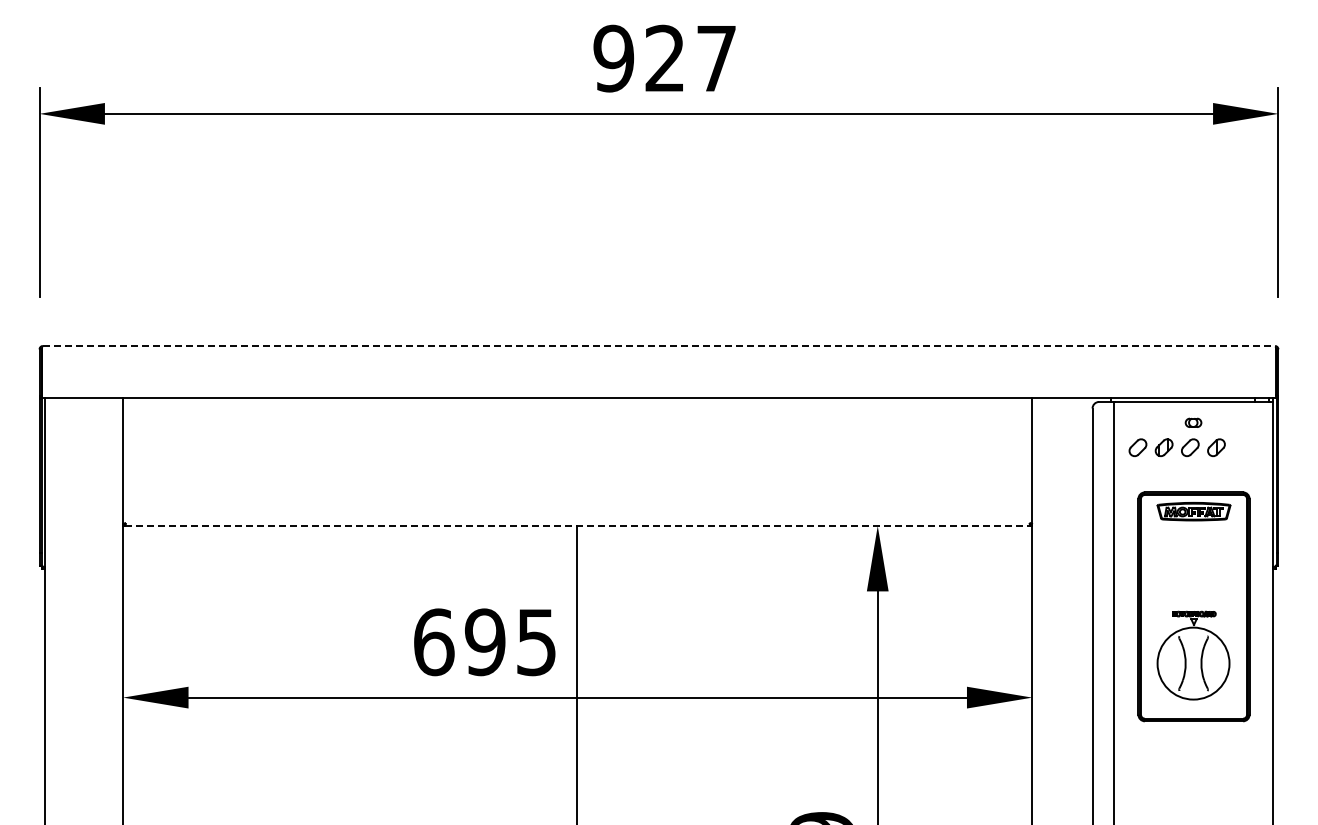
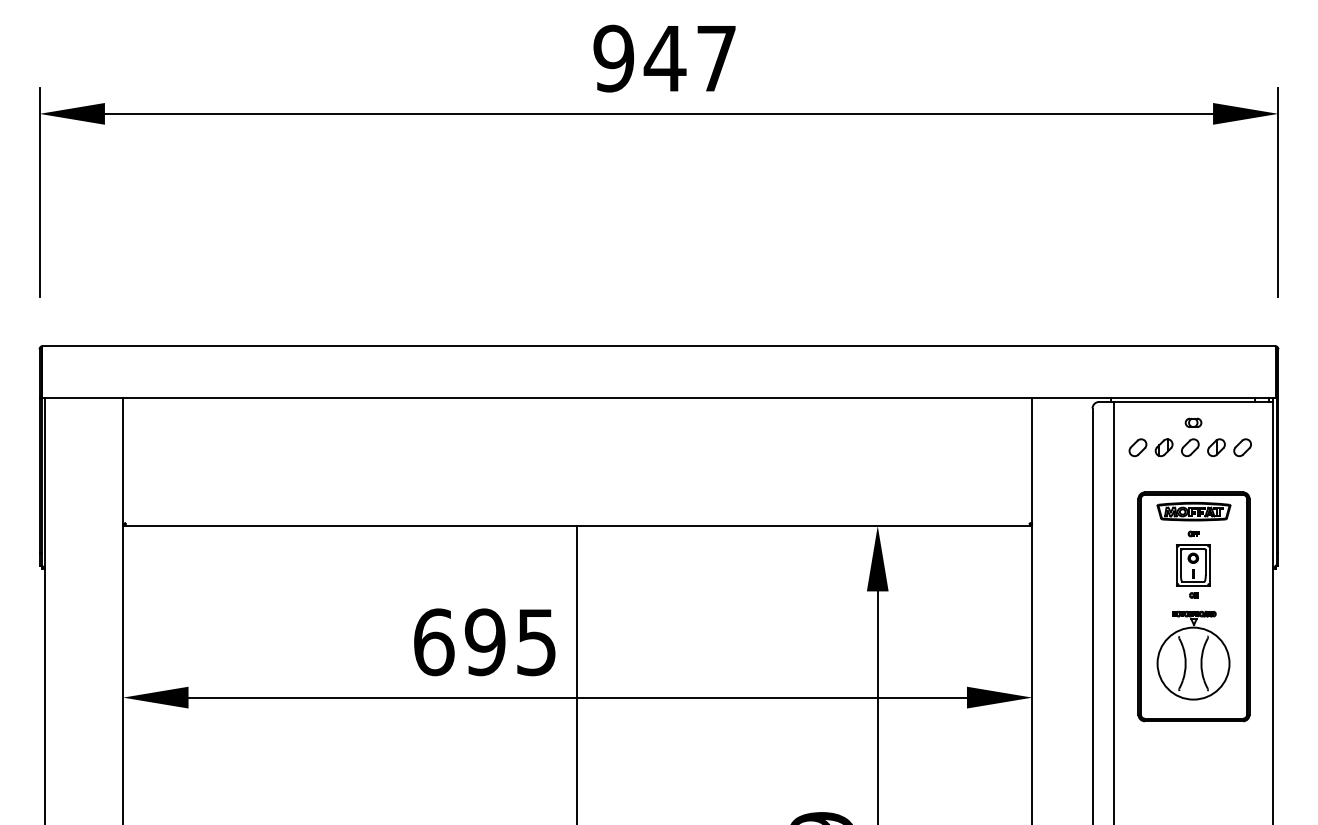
text at (664, 57): 927 -> 947
line at (659, 346): dashed -> solid
part at (1242, 447): none -> present
line at (577, 525): dashed -> solid
part at (1193, 564): none -> present
